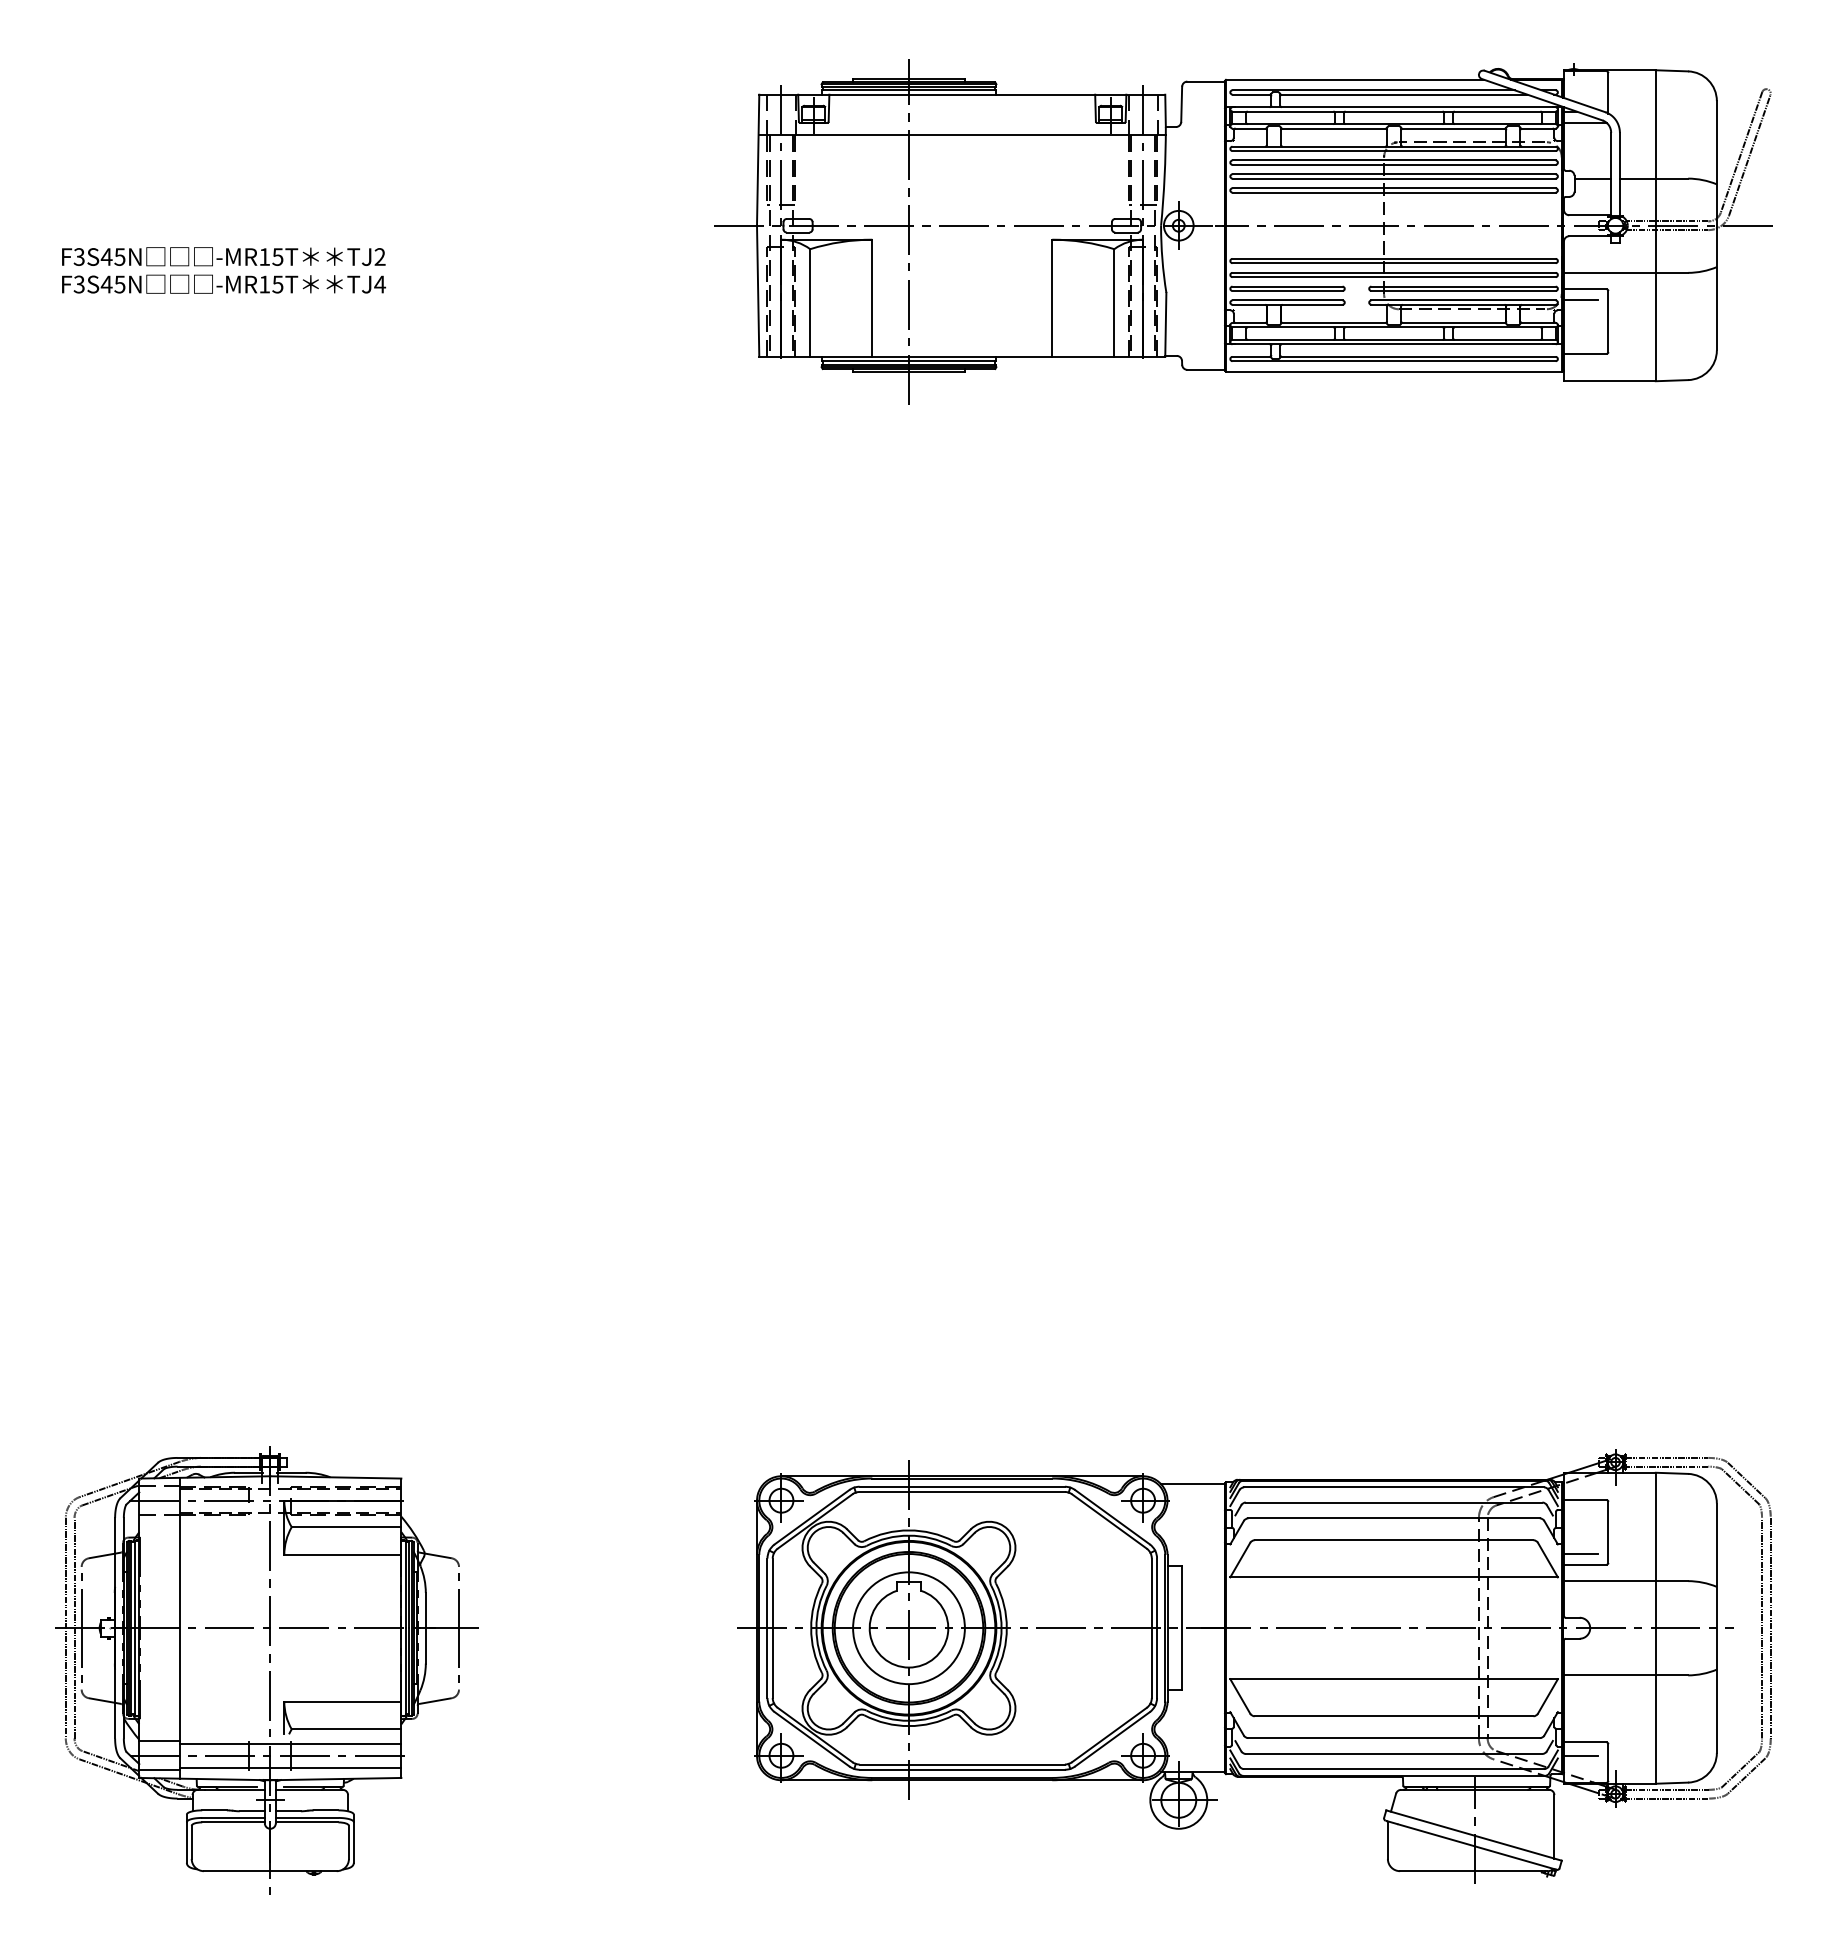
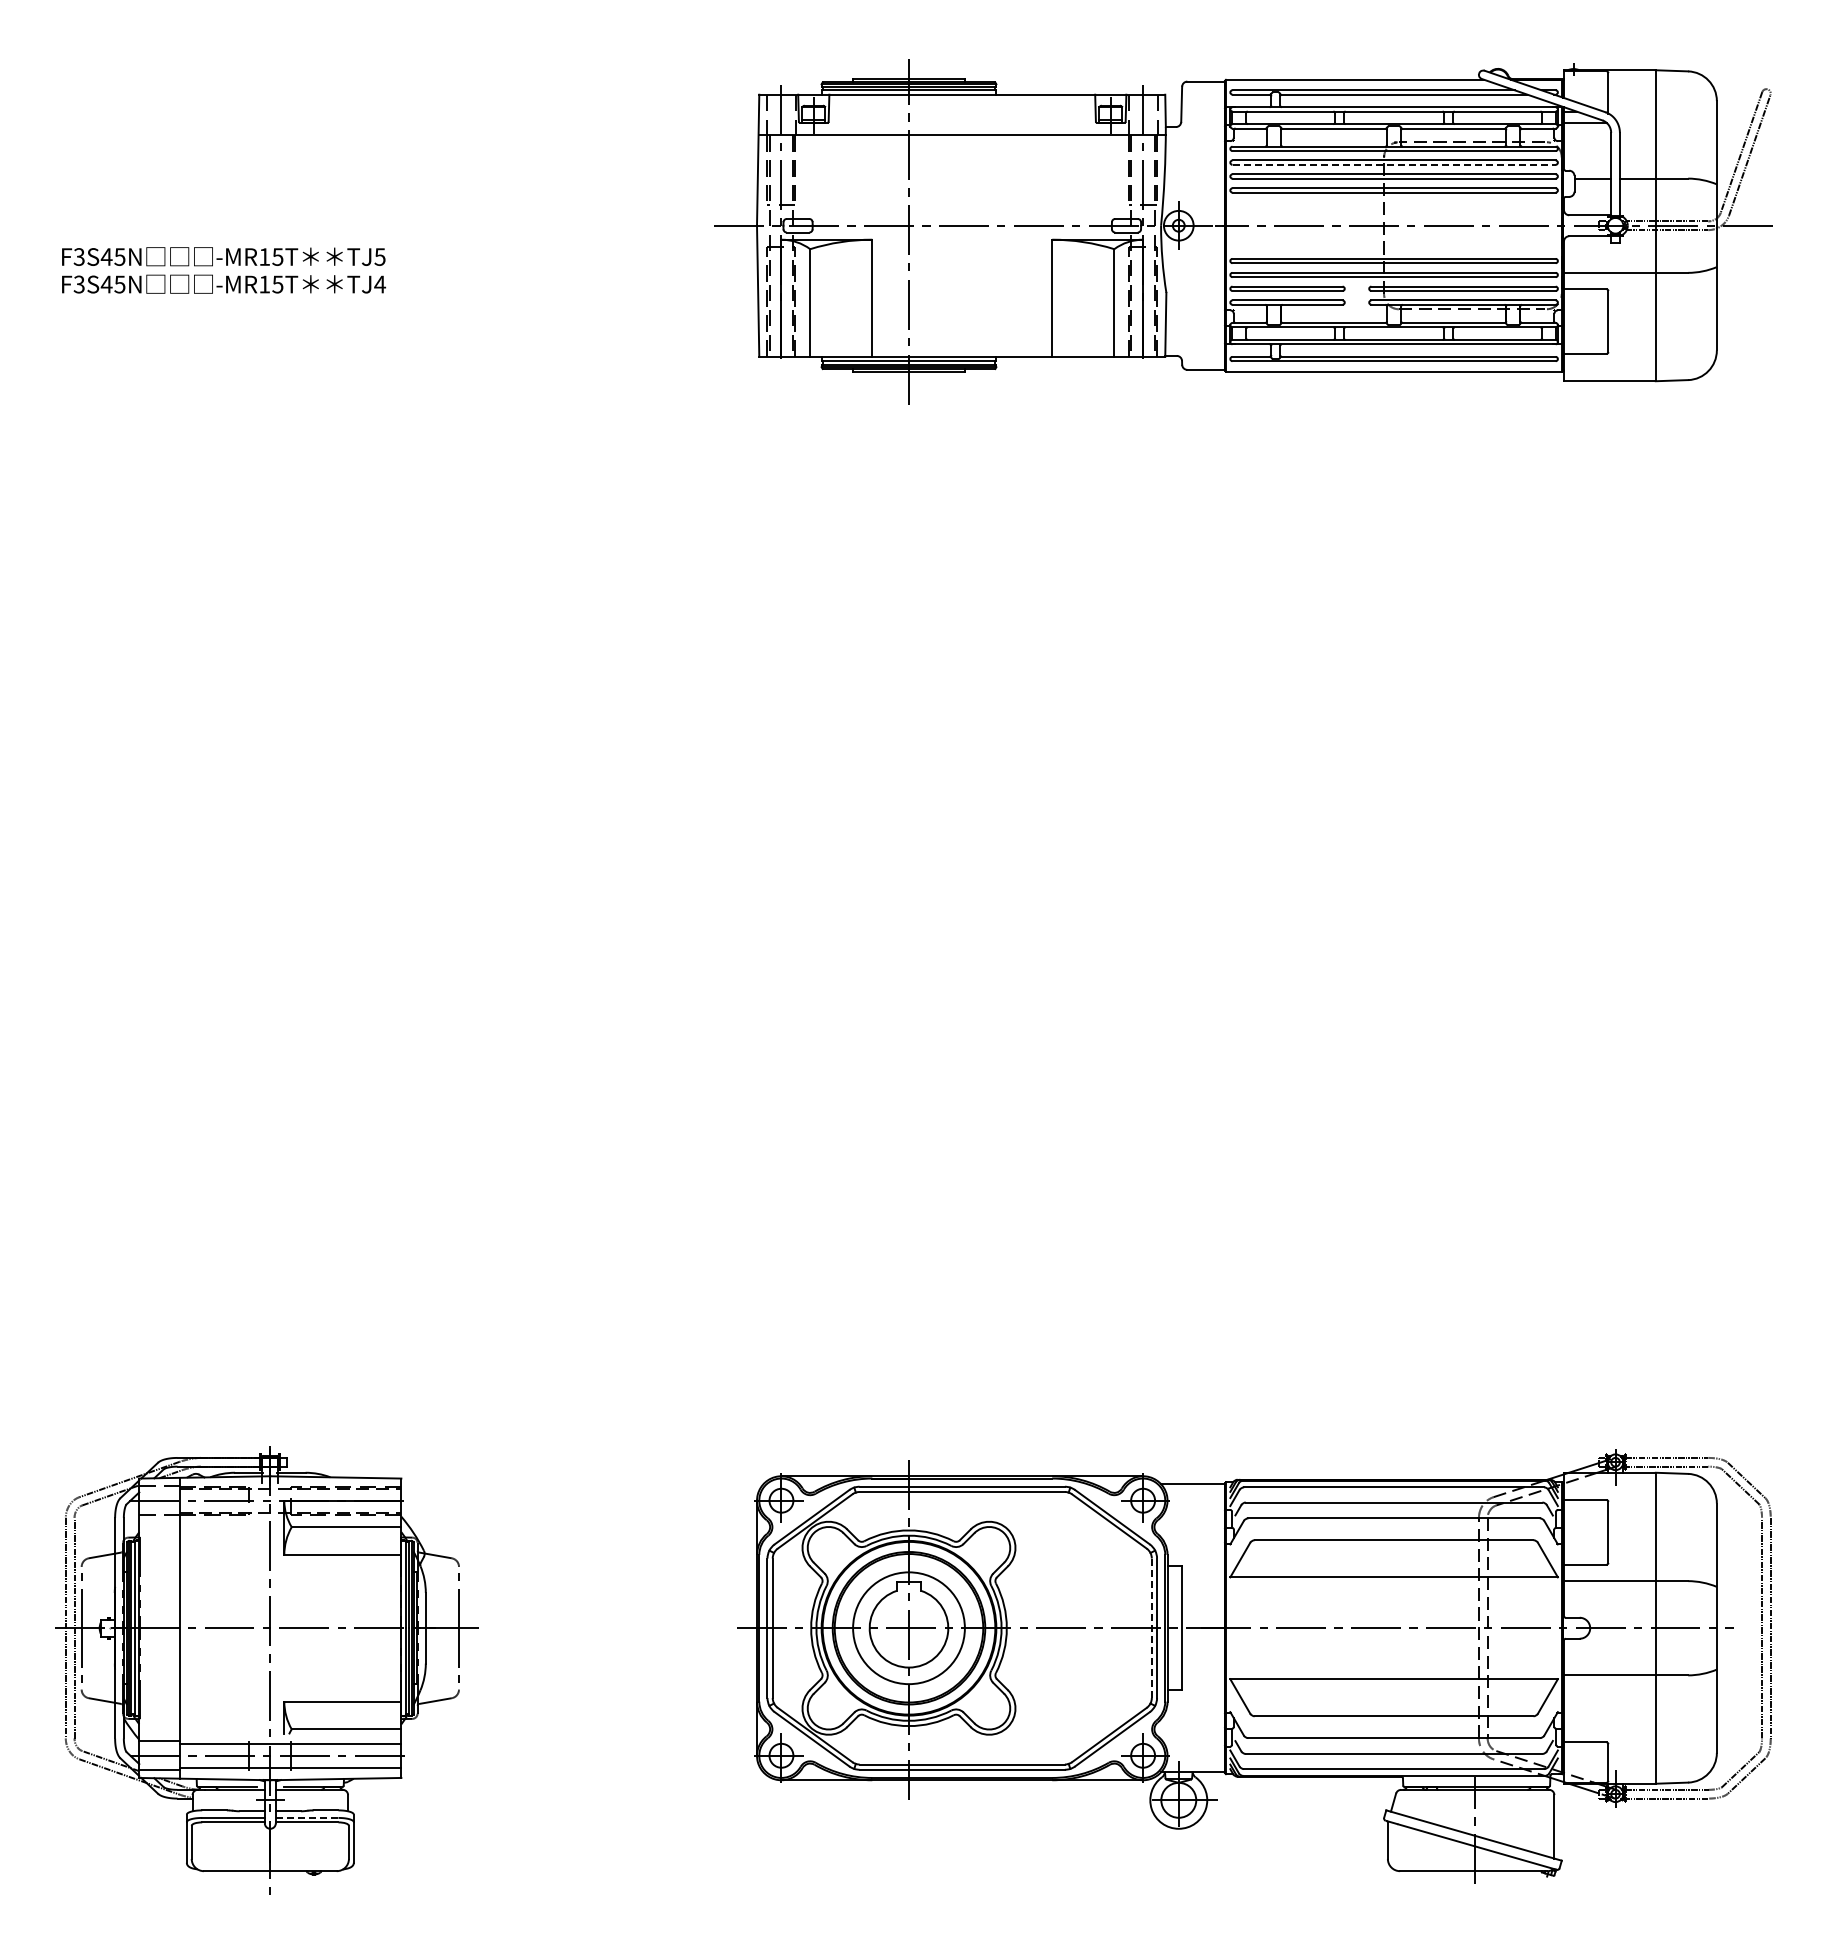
line at (1394, 164): solid -> dashed
text at (379, 256): TJ2 -> TJ5
line at (1581, 300): present -> none
line at (1581, 1553): present -> none
line at (1151, 1628): solid -> dashed
line at (1581, 1755): present -> none
line at (307, 1817): solid -> dashed
